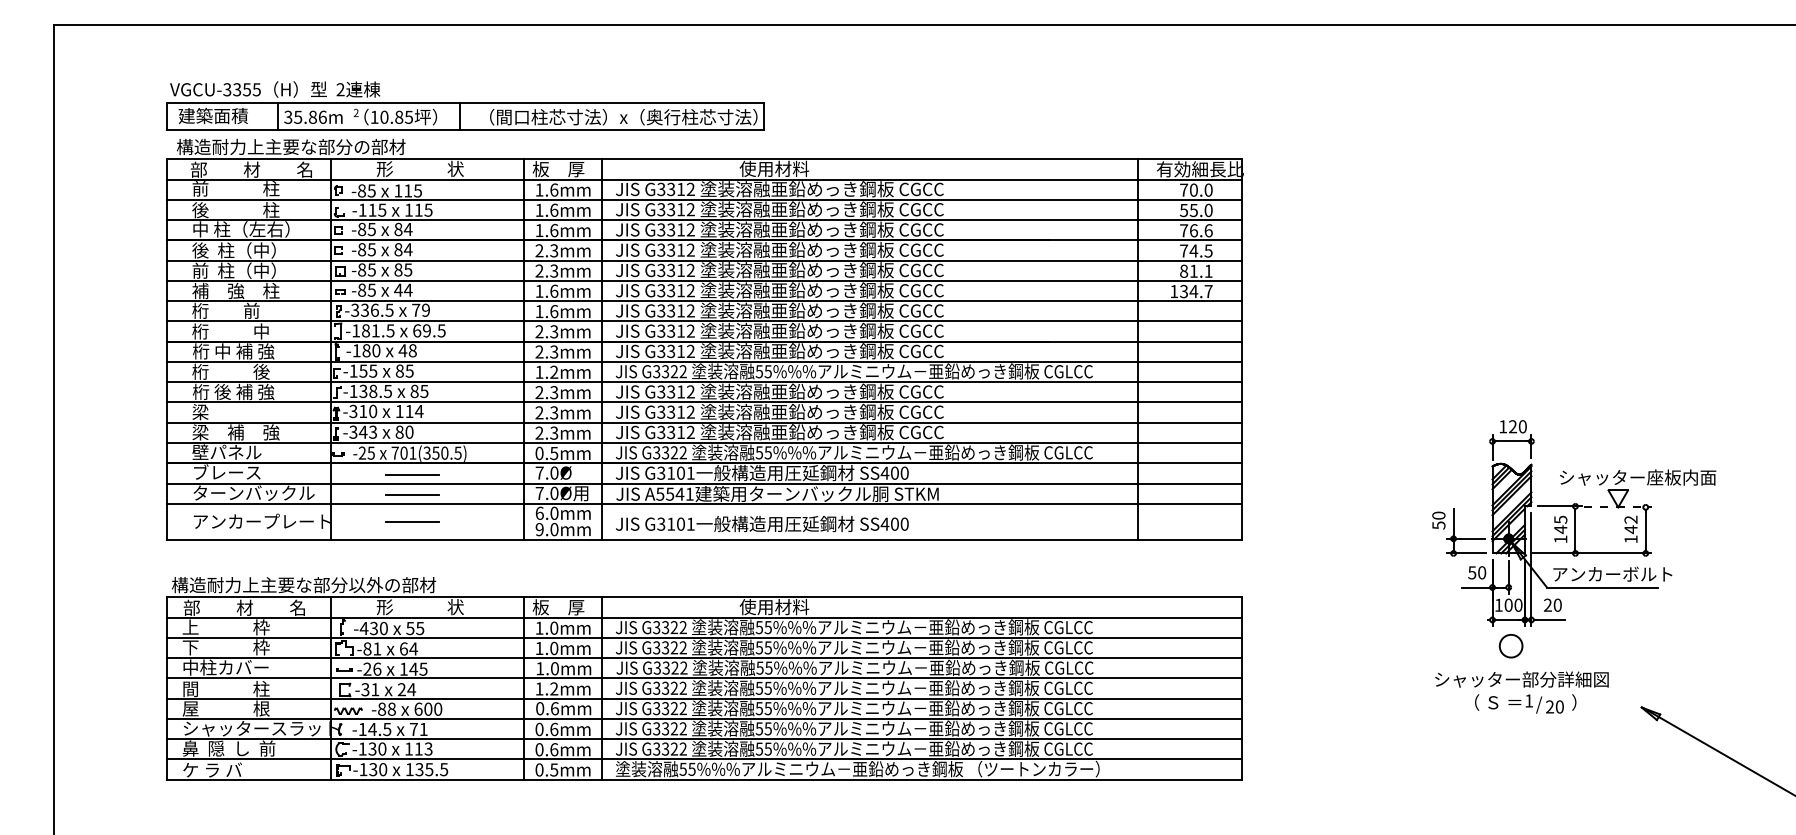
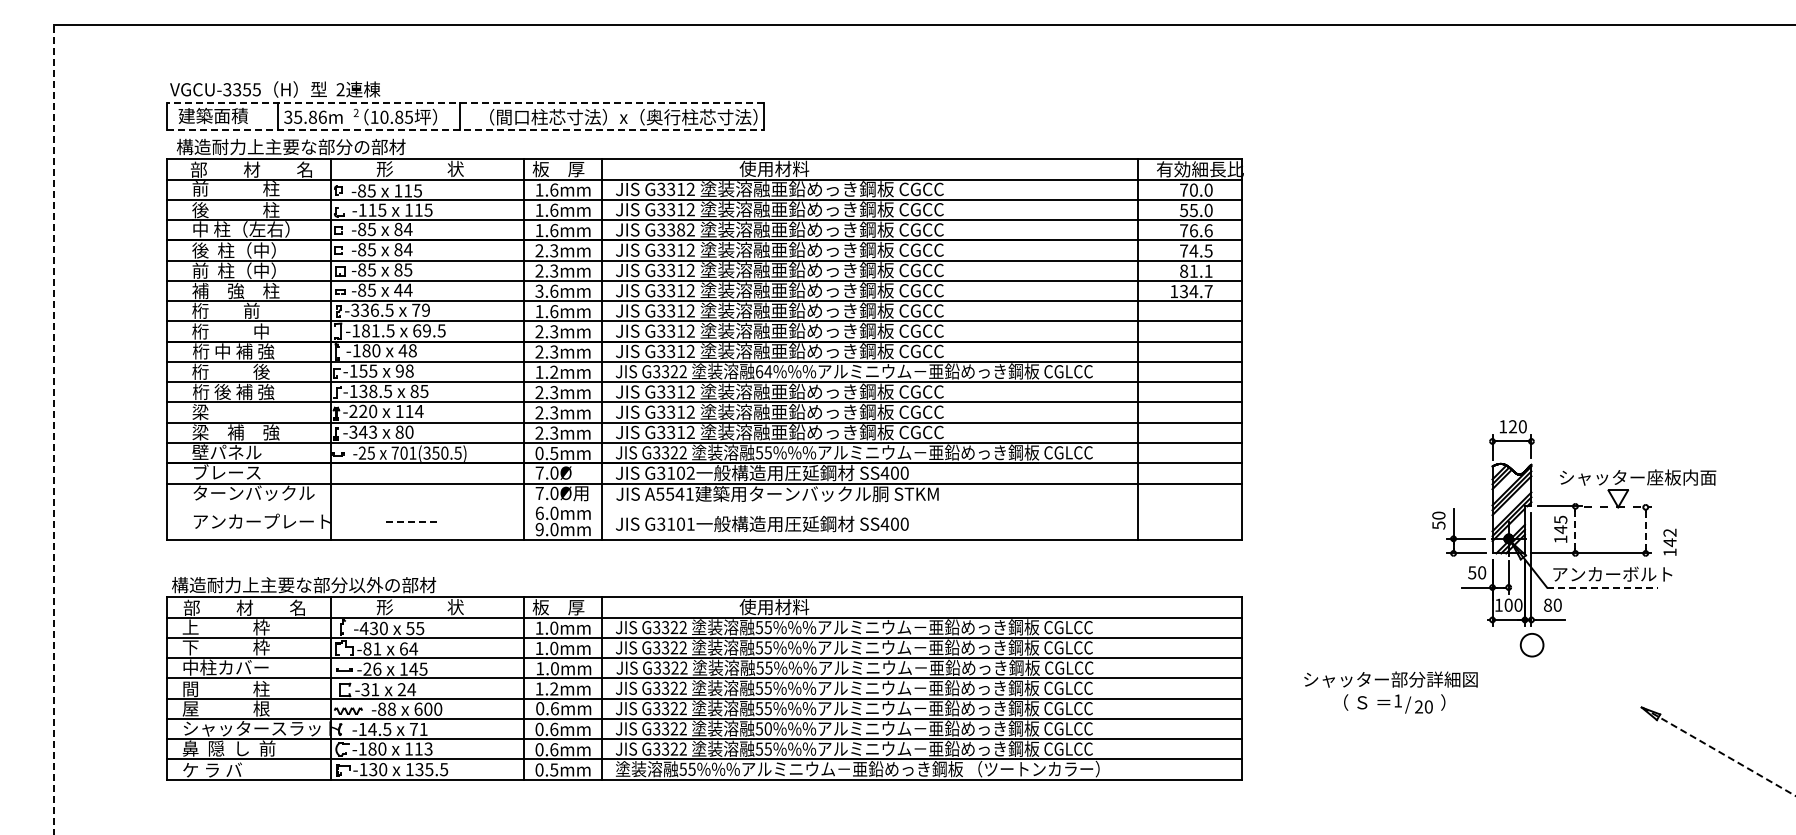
line at (465, 103): solid -> dashed
line at (465, 130): solid -> dashed
text at (681, 229): G3312 -> G3382
text at (539, 290): 1.6mm -> 3.6mm
text at (404, 370): 85 -> 98
text at (763, 371): 55%%% -> 64%%%
text at (358, 411): -310 -> -220
line at (53, 430): solid -> dashed
text at (690, 472): G3101 -> G3102
line at (412, 474): present -> none
line at (412, 495): present -> none
line at (703, 503): present -> none
line at (412, 521): solid -> dashed
text at (1630, 528) position: (1630, 528) -> (1669, 541)
line at (1575, 530): solid -> dashed
line at (1645, 530): solid -> dashed
line at (1602, 587): solid -> dashed
text at (1547, 604): 20 -> 80
circle at (1510, 646) position: (1510, 646) -> (1531, 645)
text at (1521, 692) position: (1521, 692) -> (1390, 692)
text at (767, 728): 55%%% -> 50%%%
text at (372, 748): -130 -> -180
line at (1719, 751): solid -> dashed
